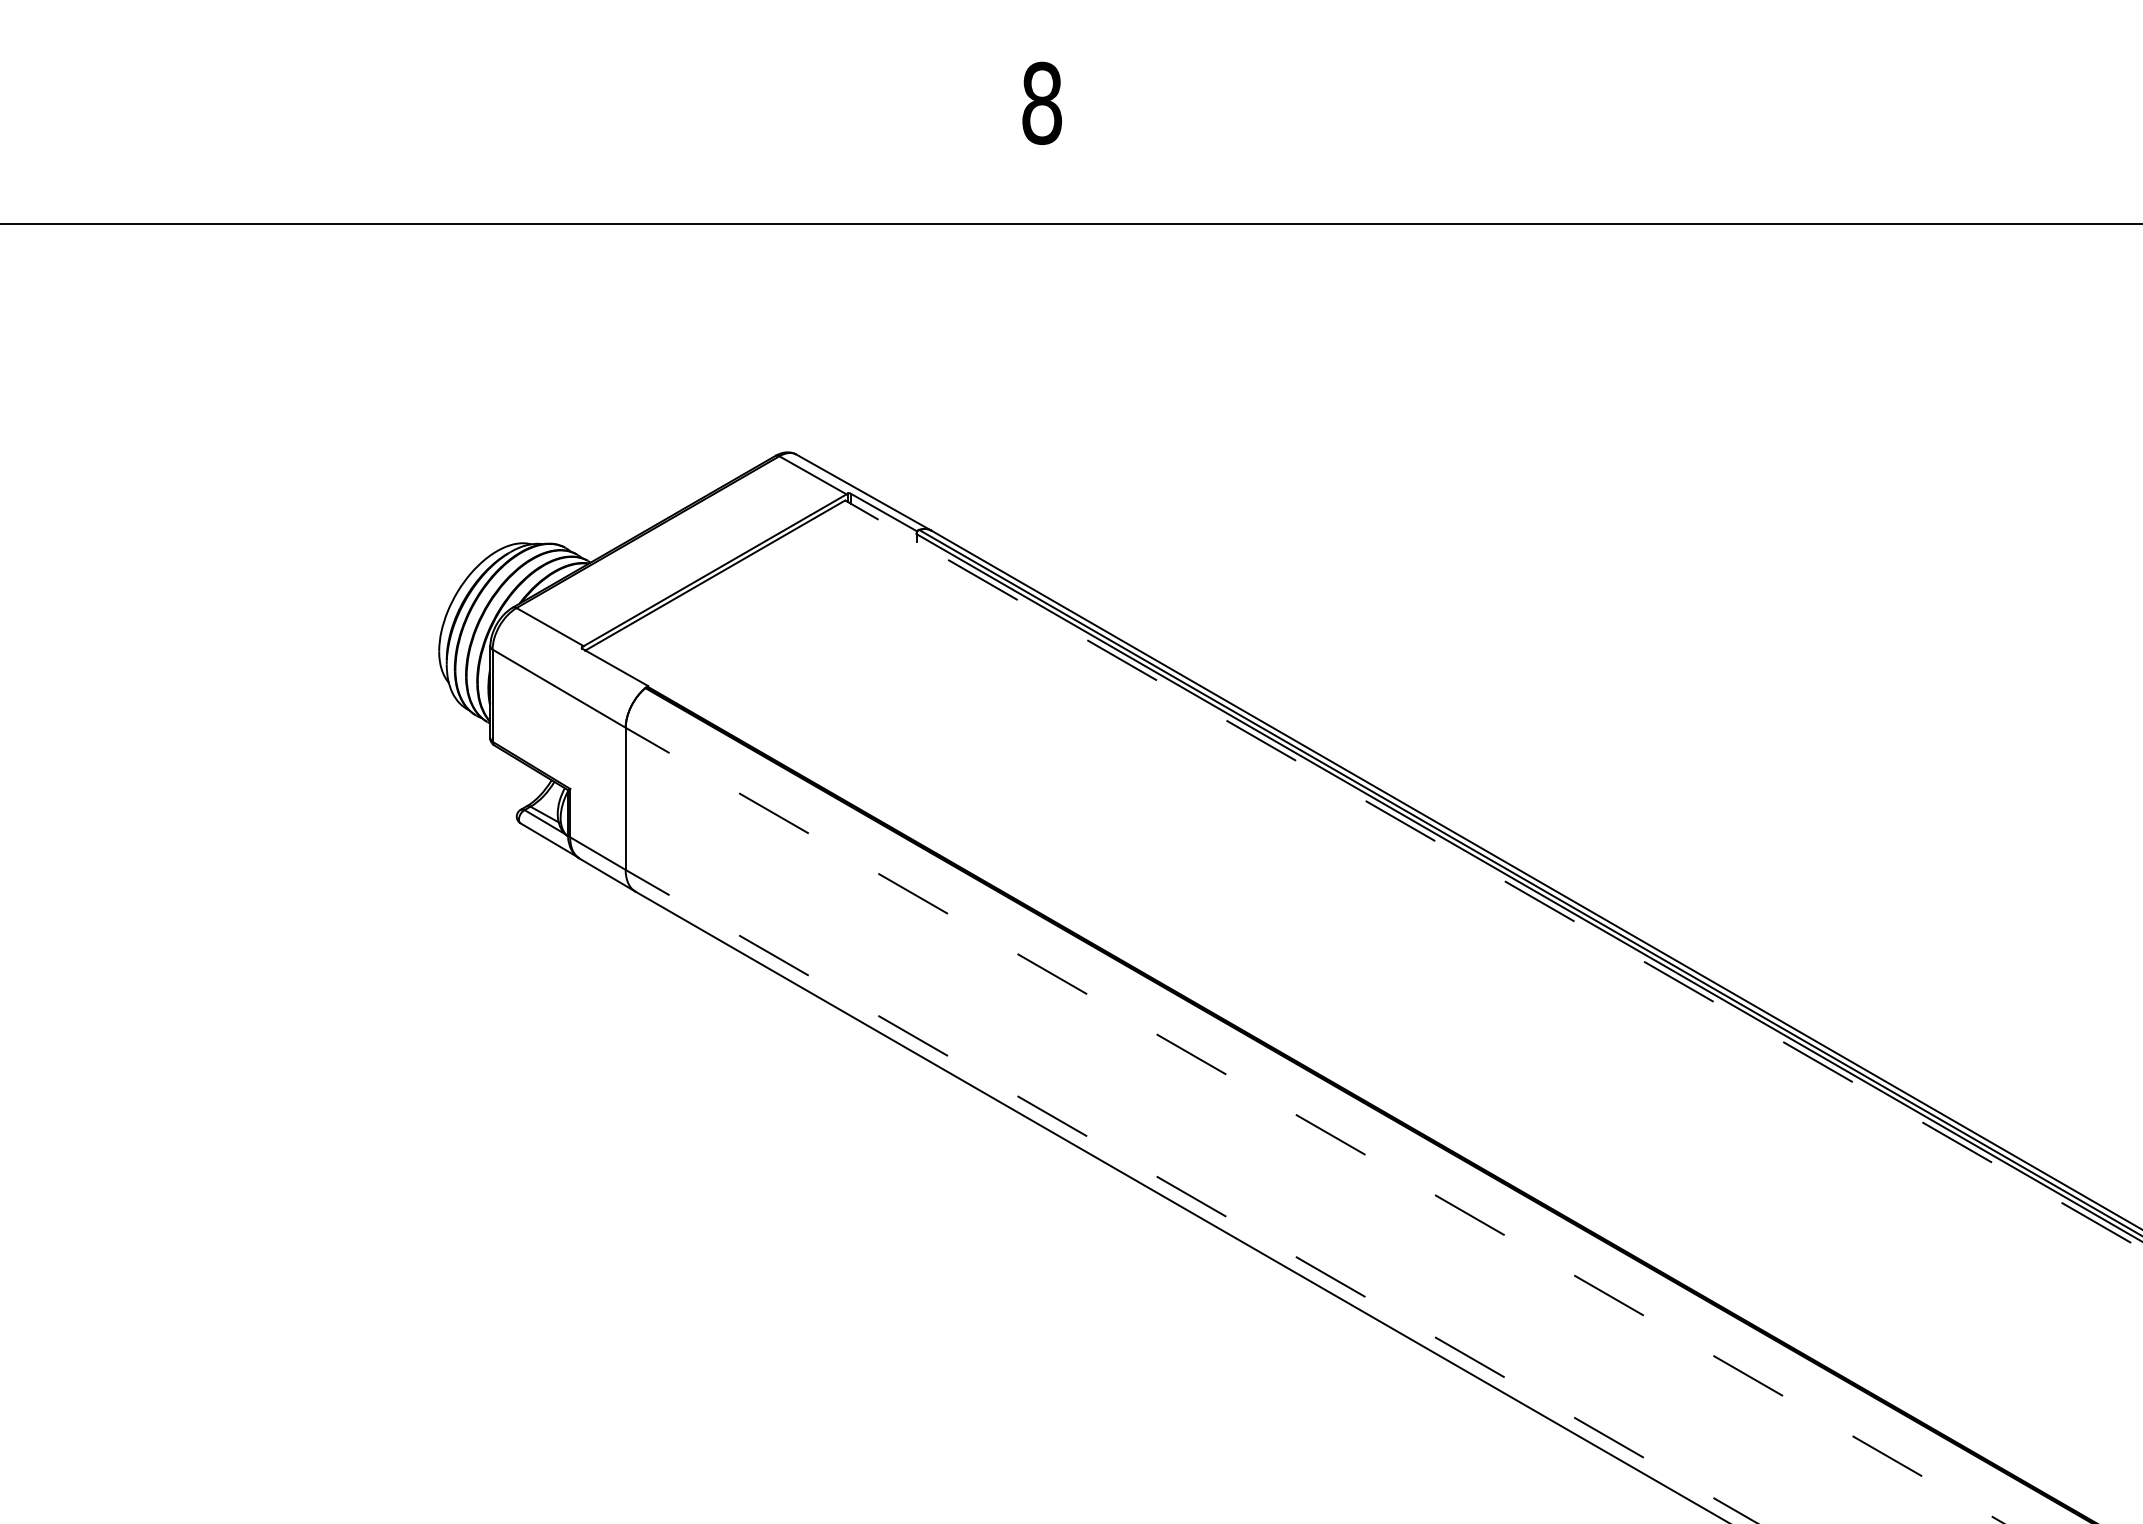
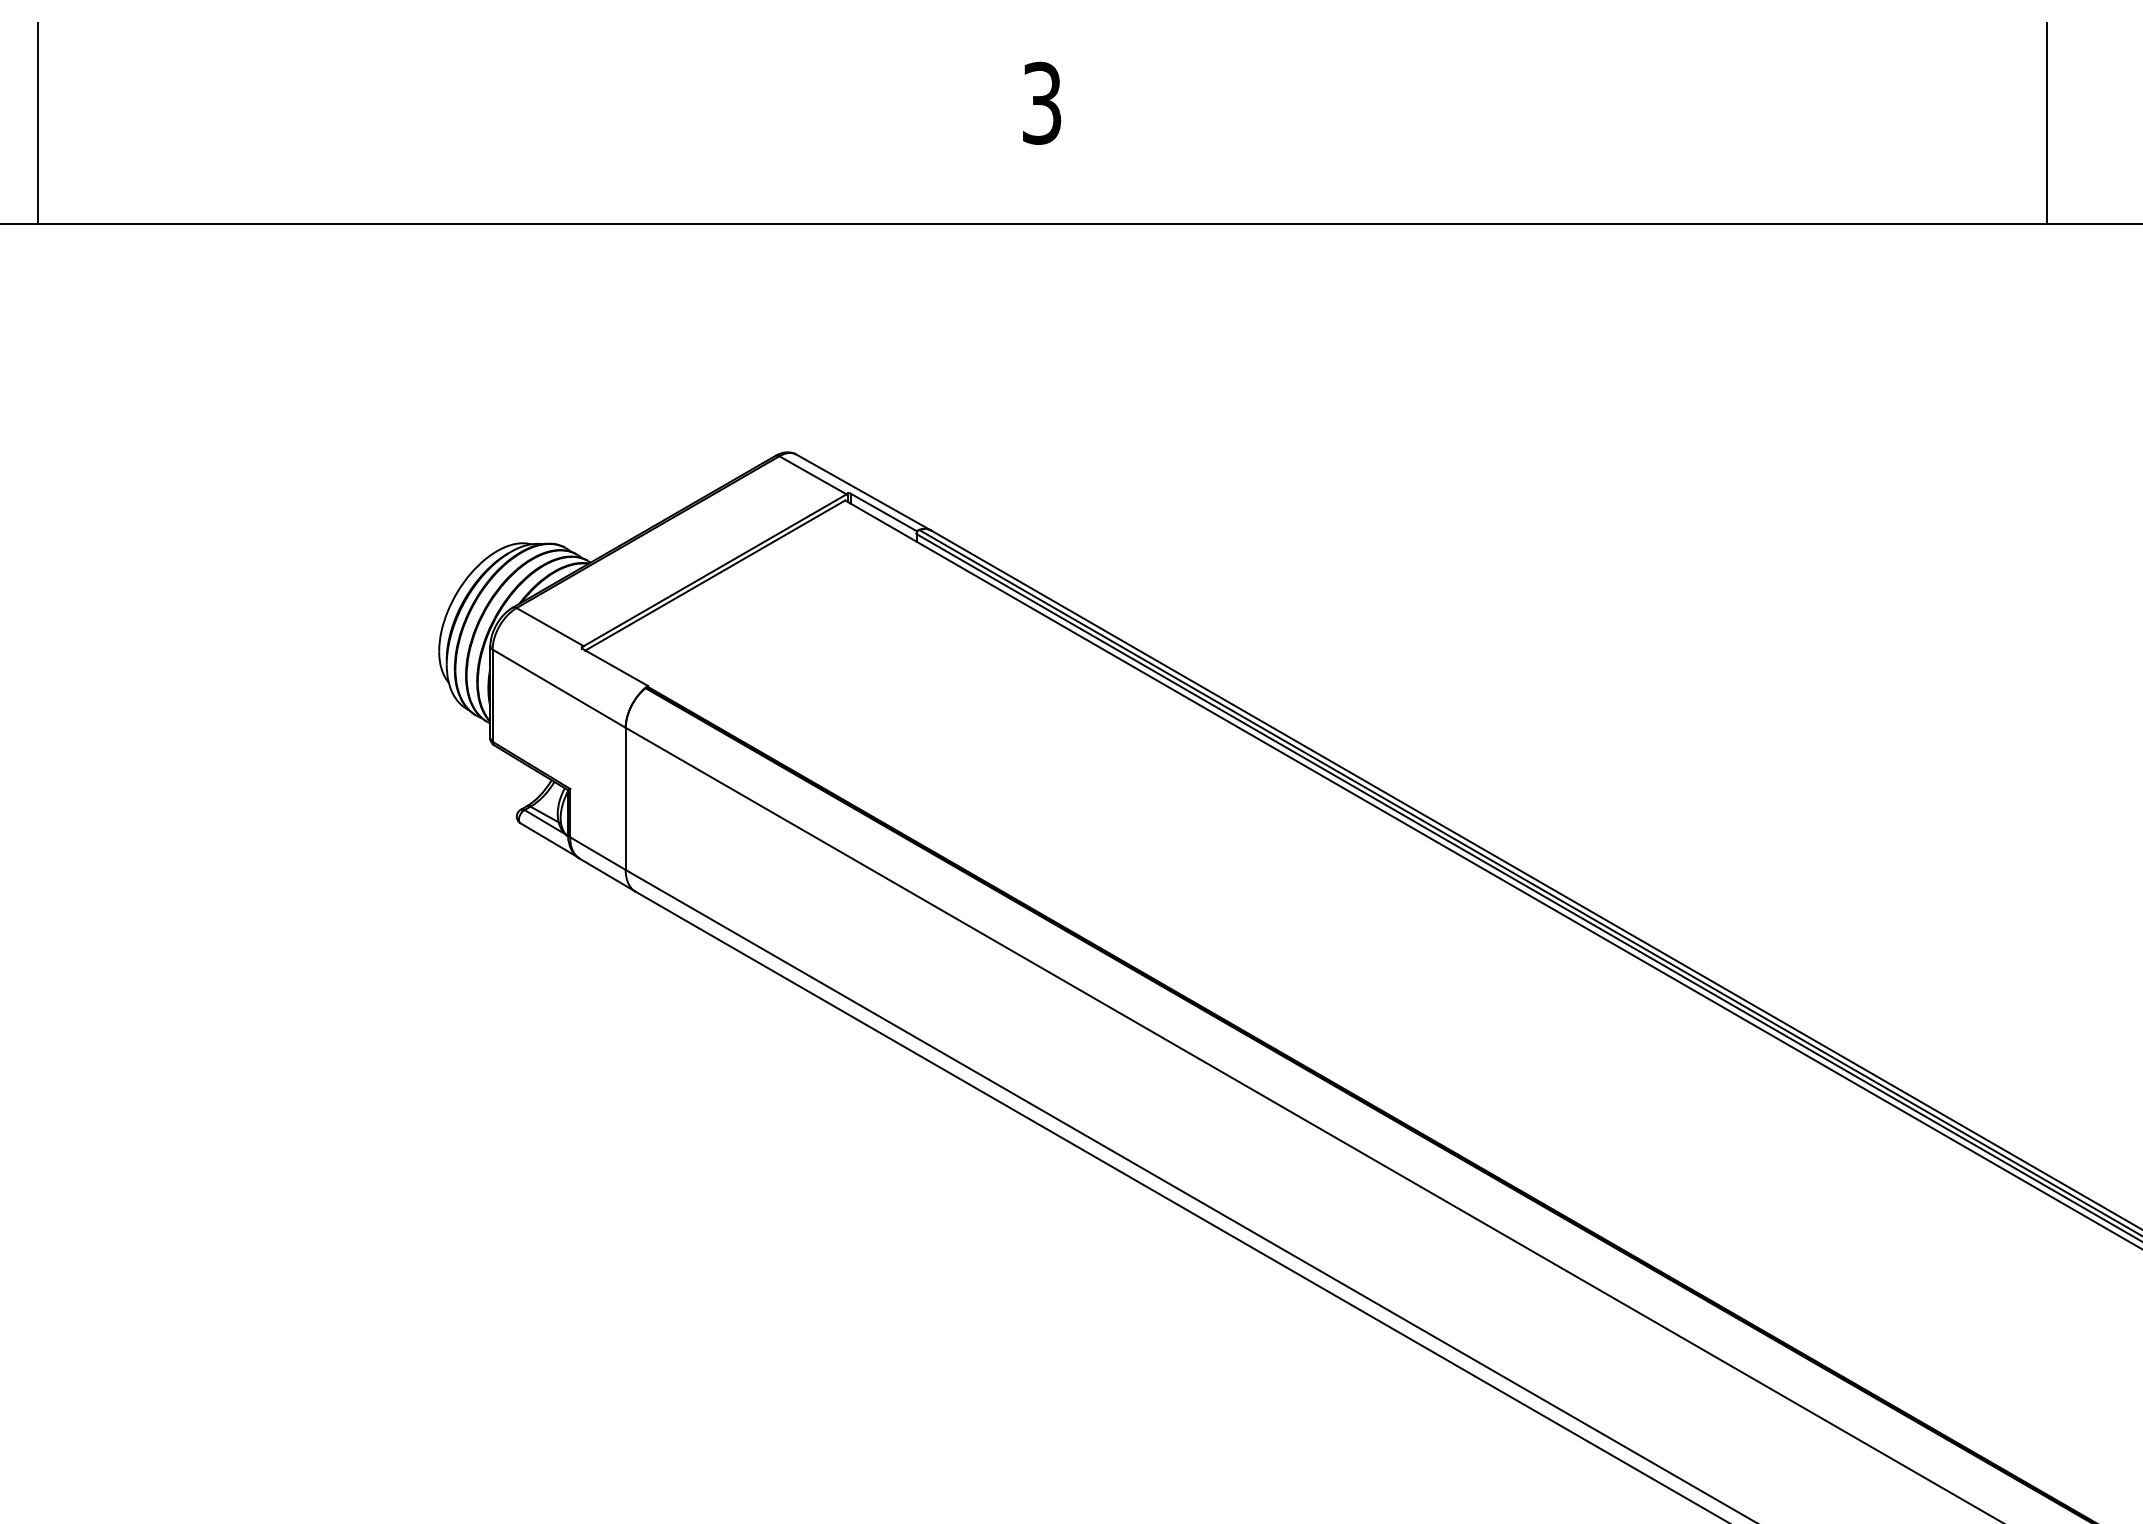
text at (1041, 102): 8 -> 3
line at (37, 123): none -> present
line at (2046, 123): none -> present
line at (1493, 874): dashed -> solid
line at (1315, 1125): dashed -> solid
line at (1192, 1196): dashed -> solid
